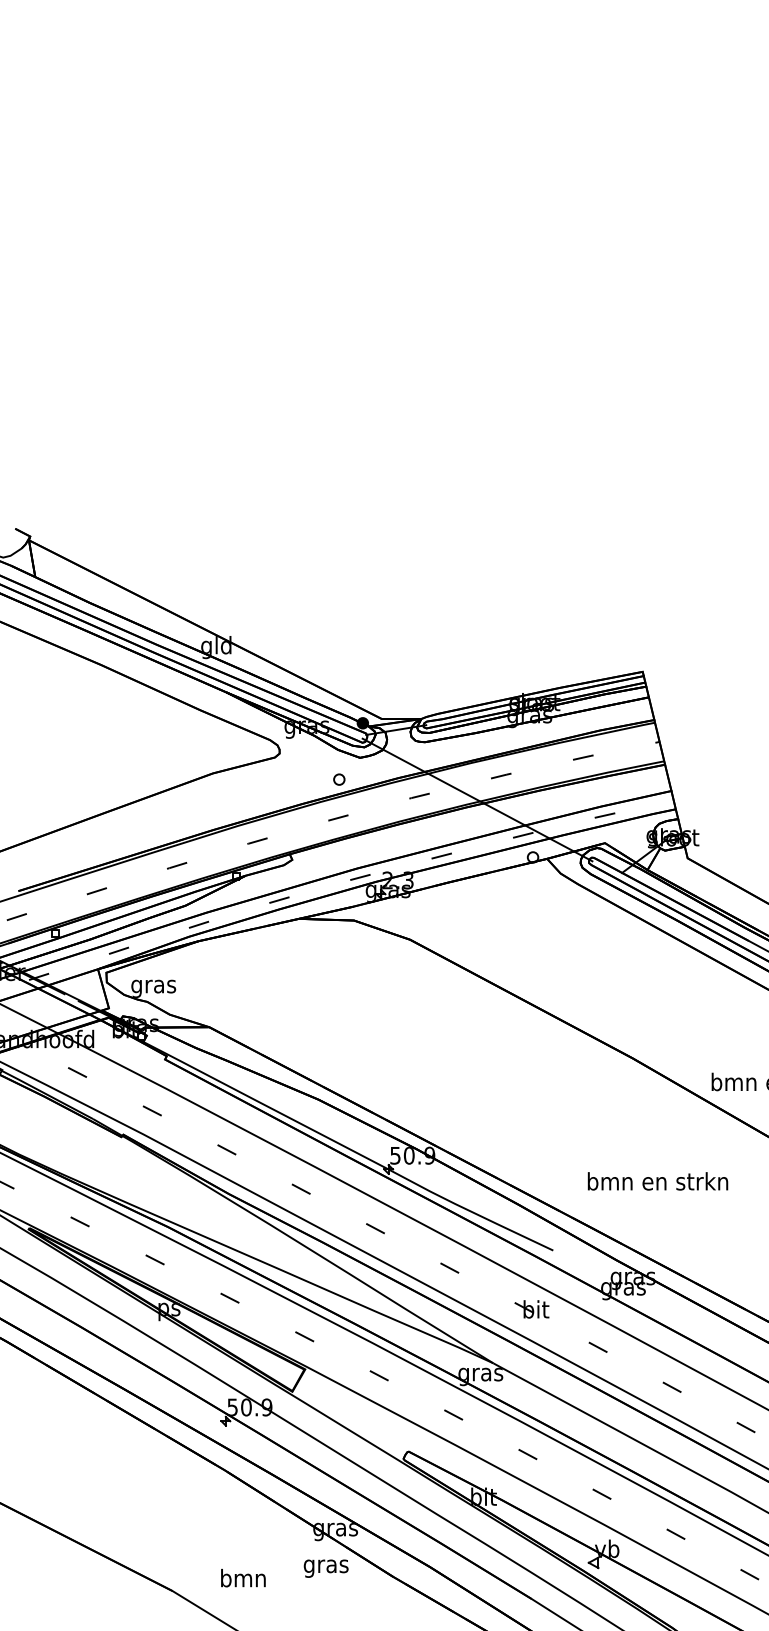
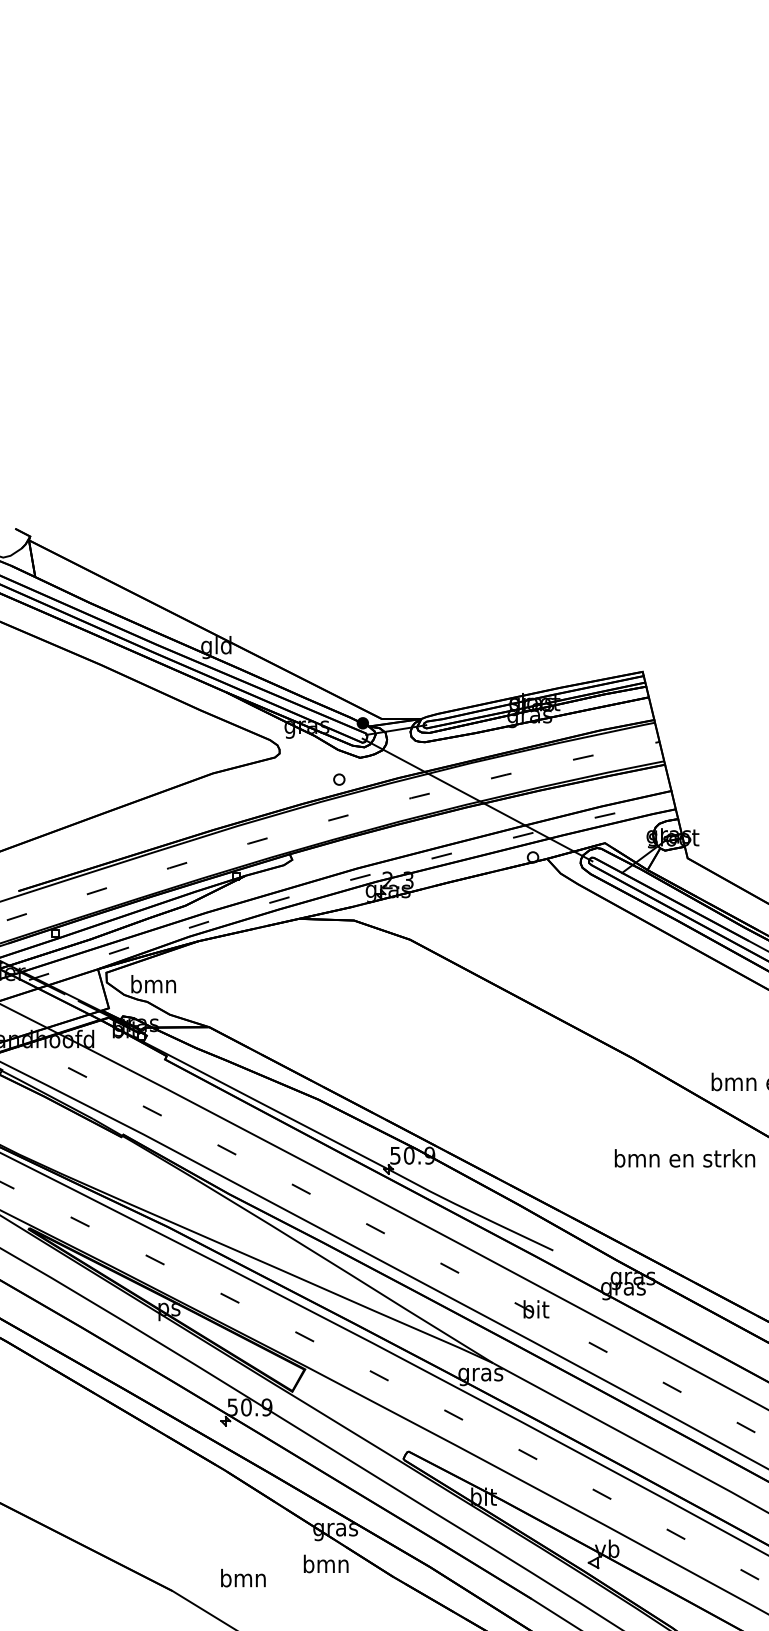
text at (153, 986): gras -> bmn
text at (657, 1181) position: (657, 1181) -> (684, 1158)
text at (325, 1565): gras -> bmn
